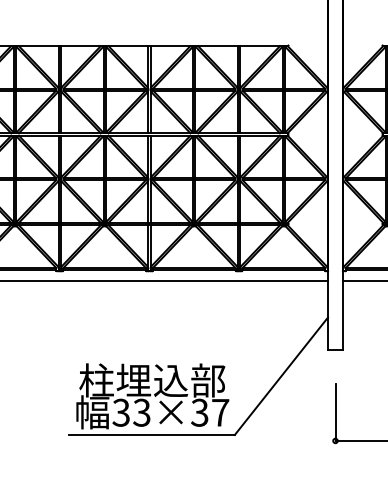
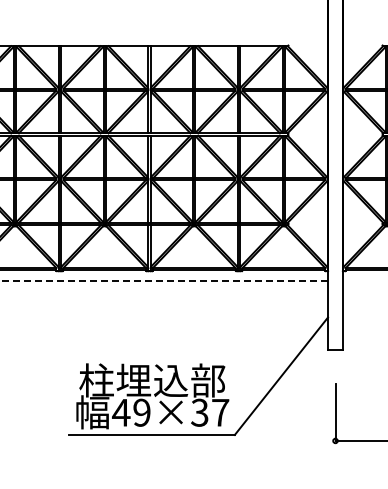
line at (164, 281): solid -> dashed
line at (363, 281): present -> none
text at (131, 412): 33×37 -> 49×37
